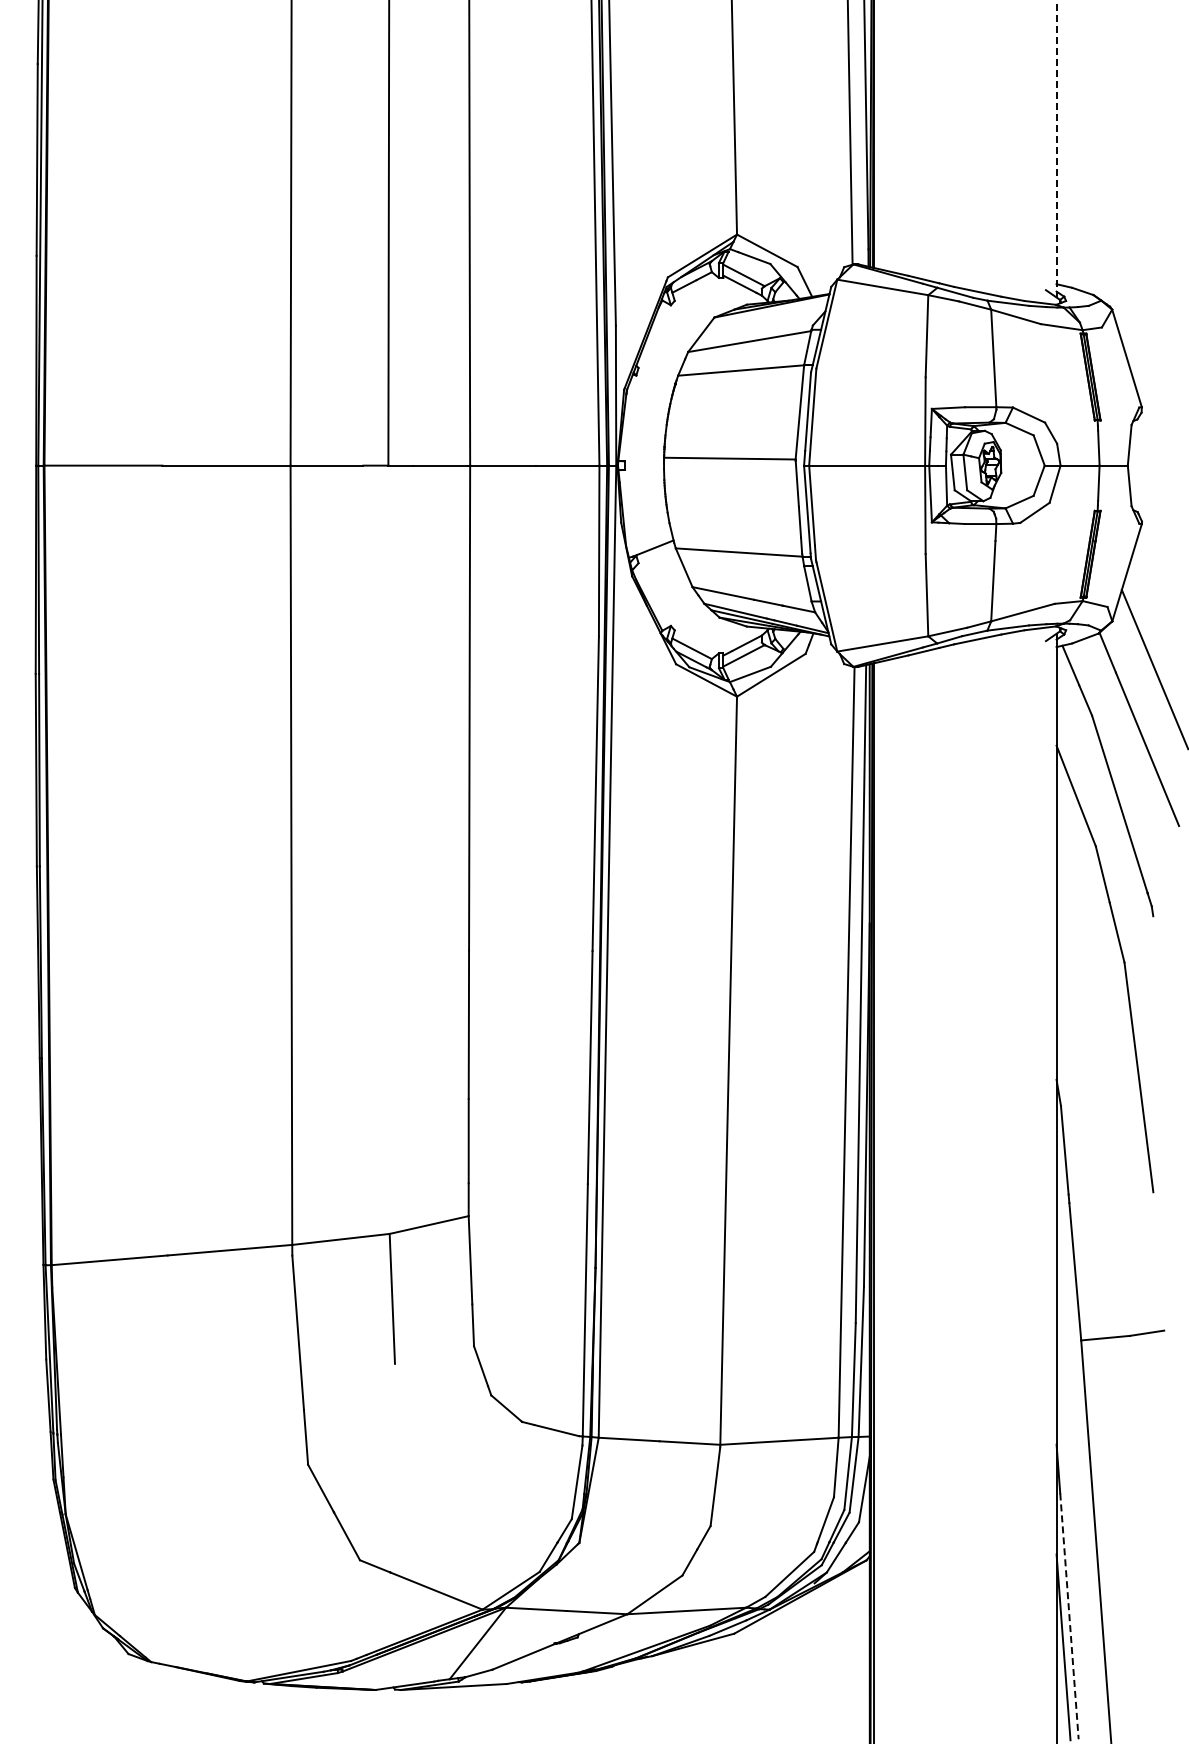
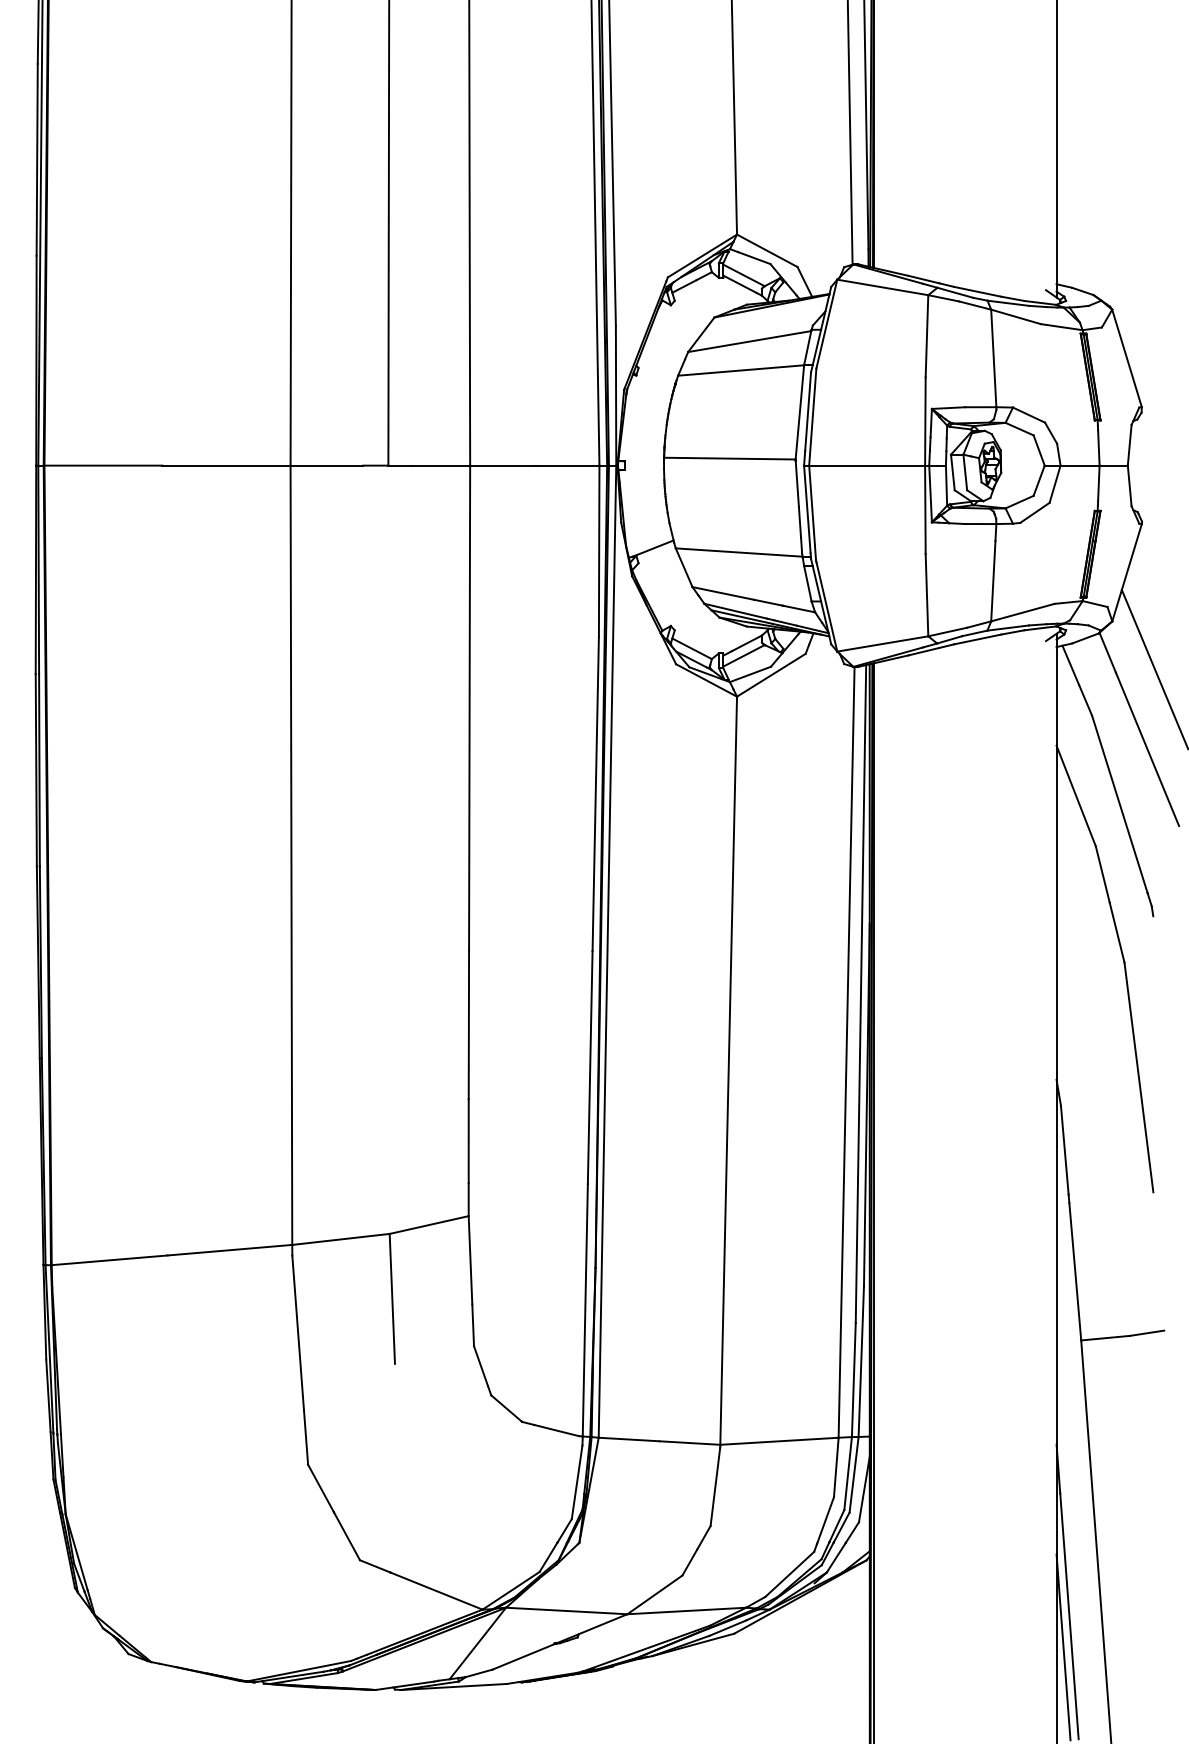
line at (1056, 148): dashed -> solid
line at (1069, 1616): dashed -> solid
